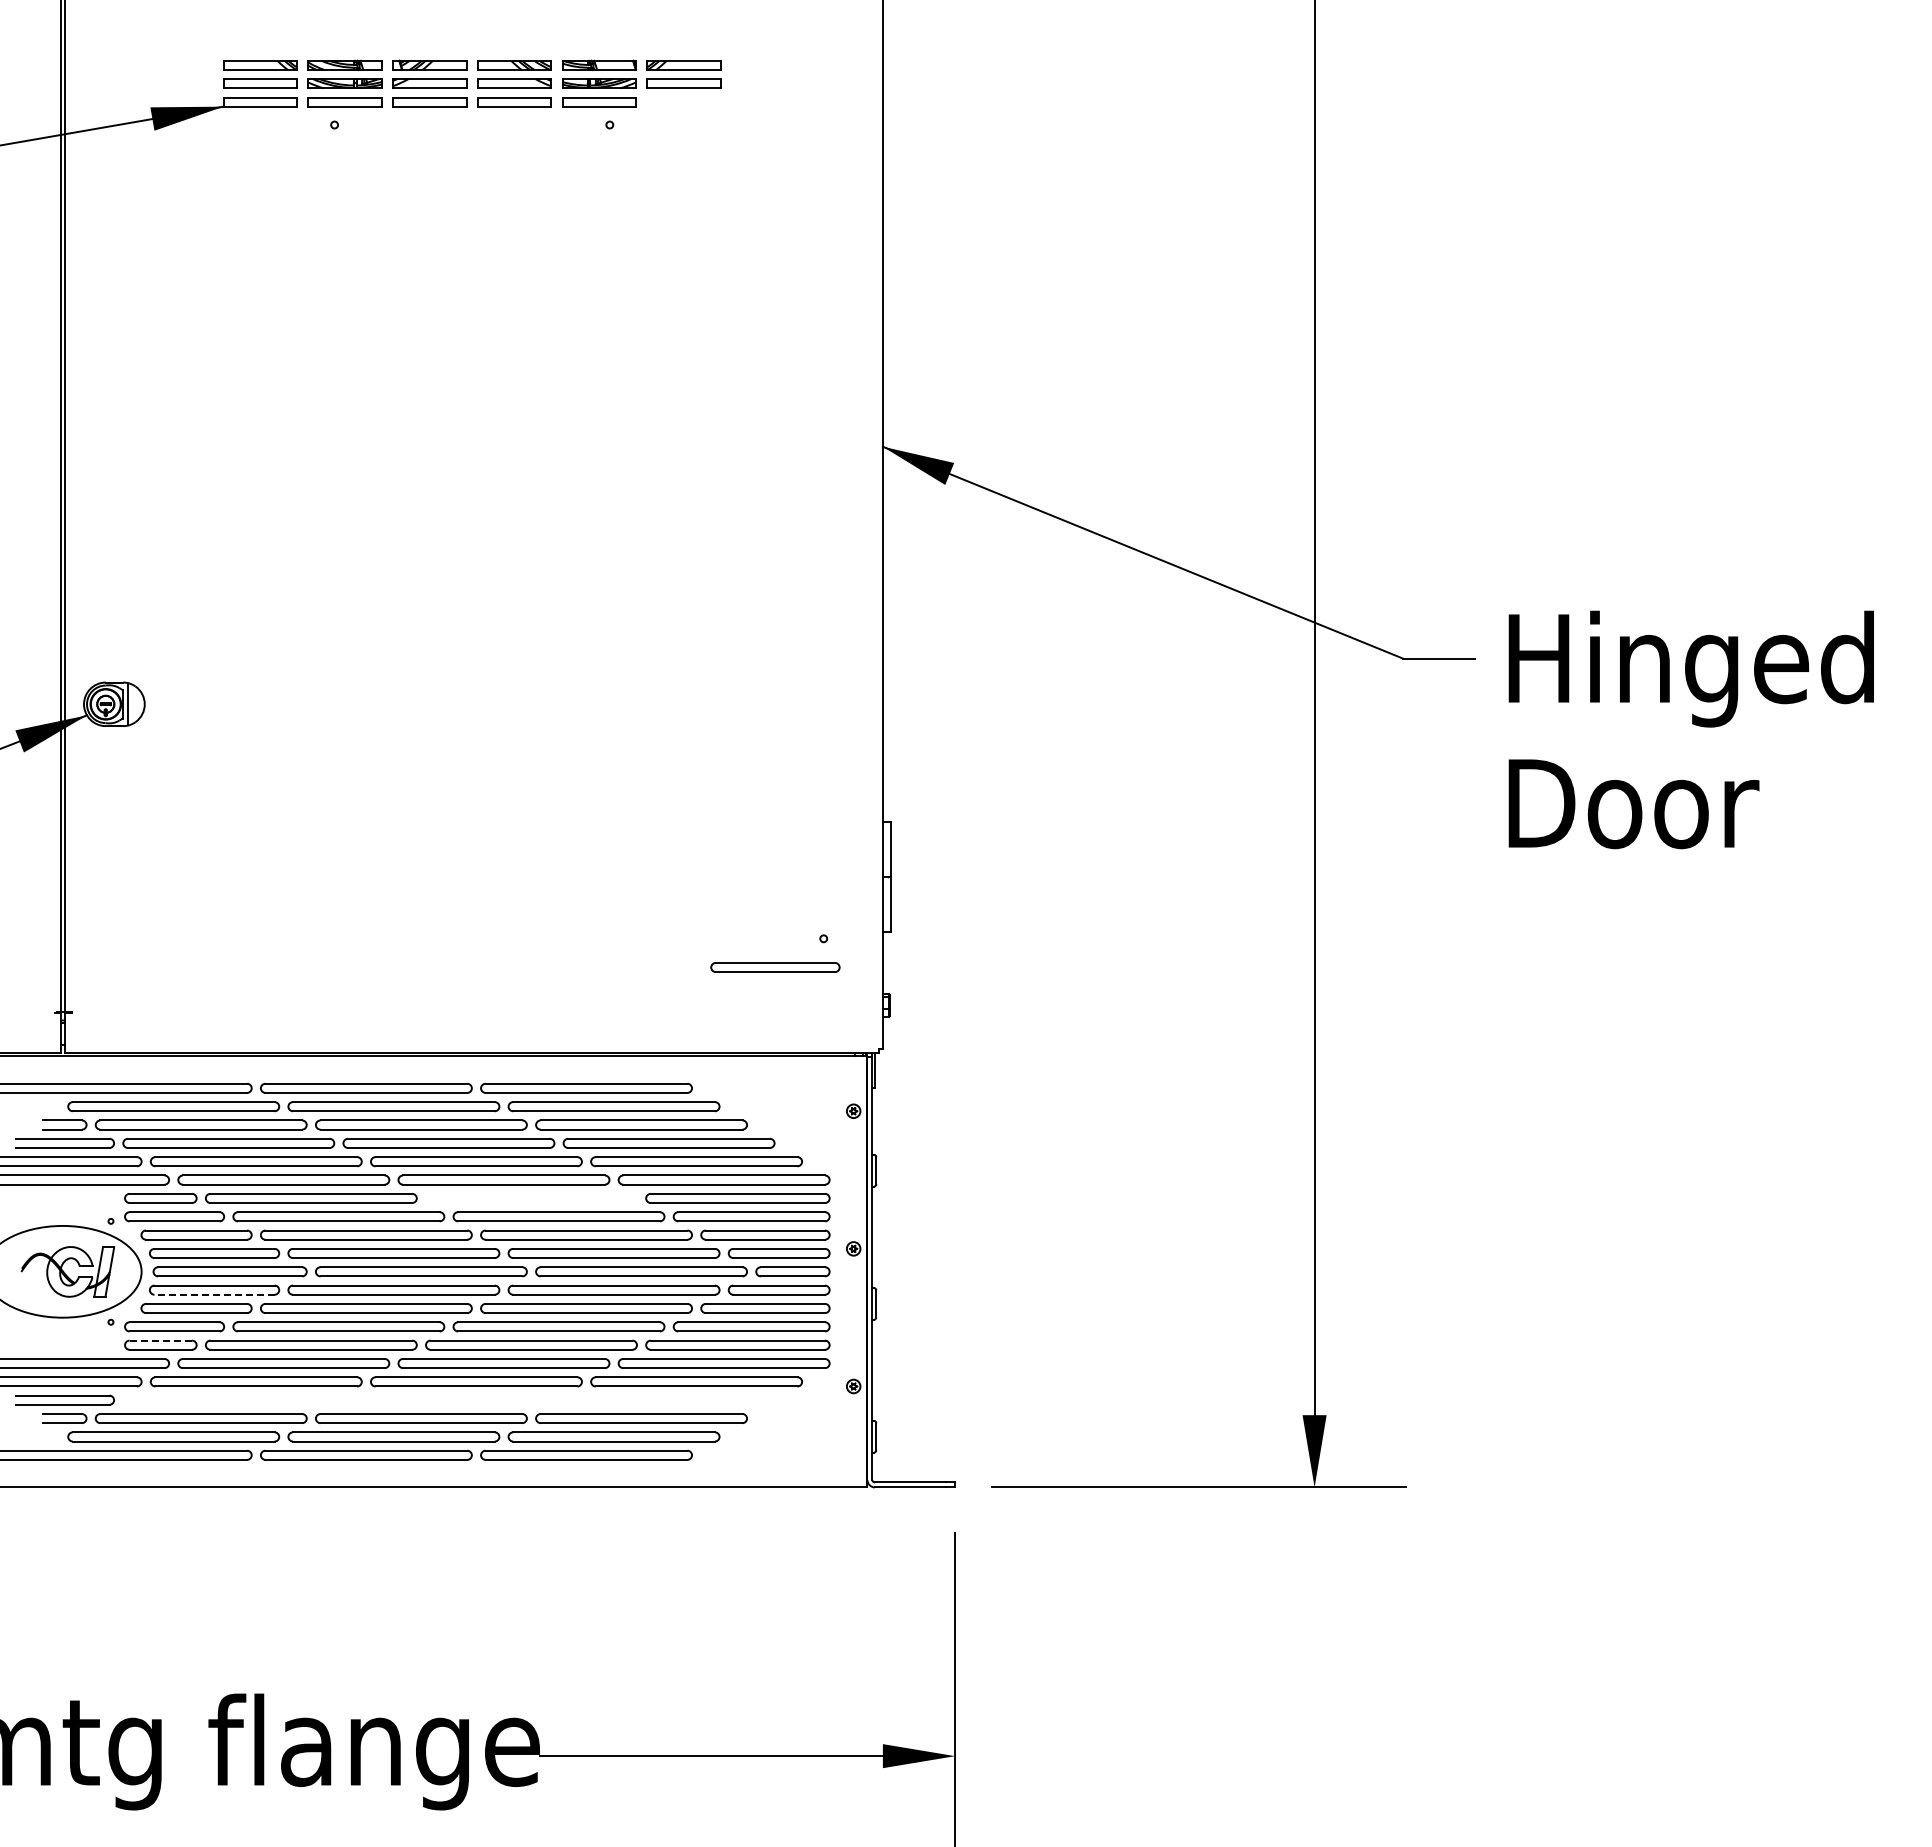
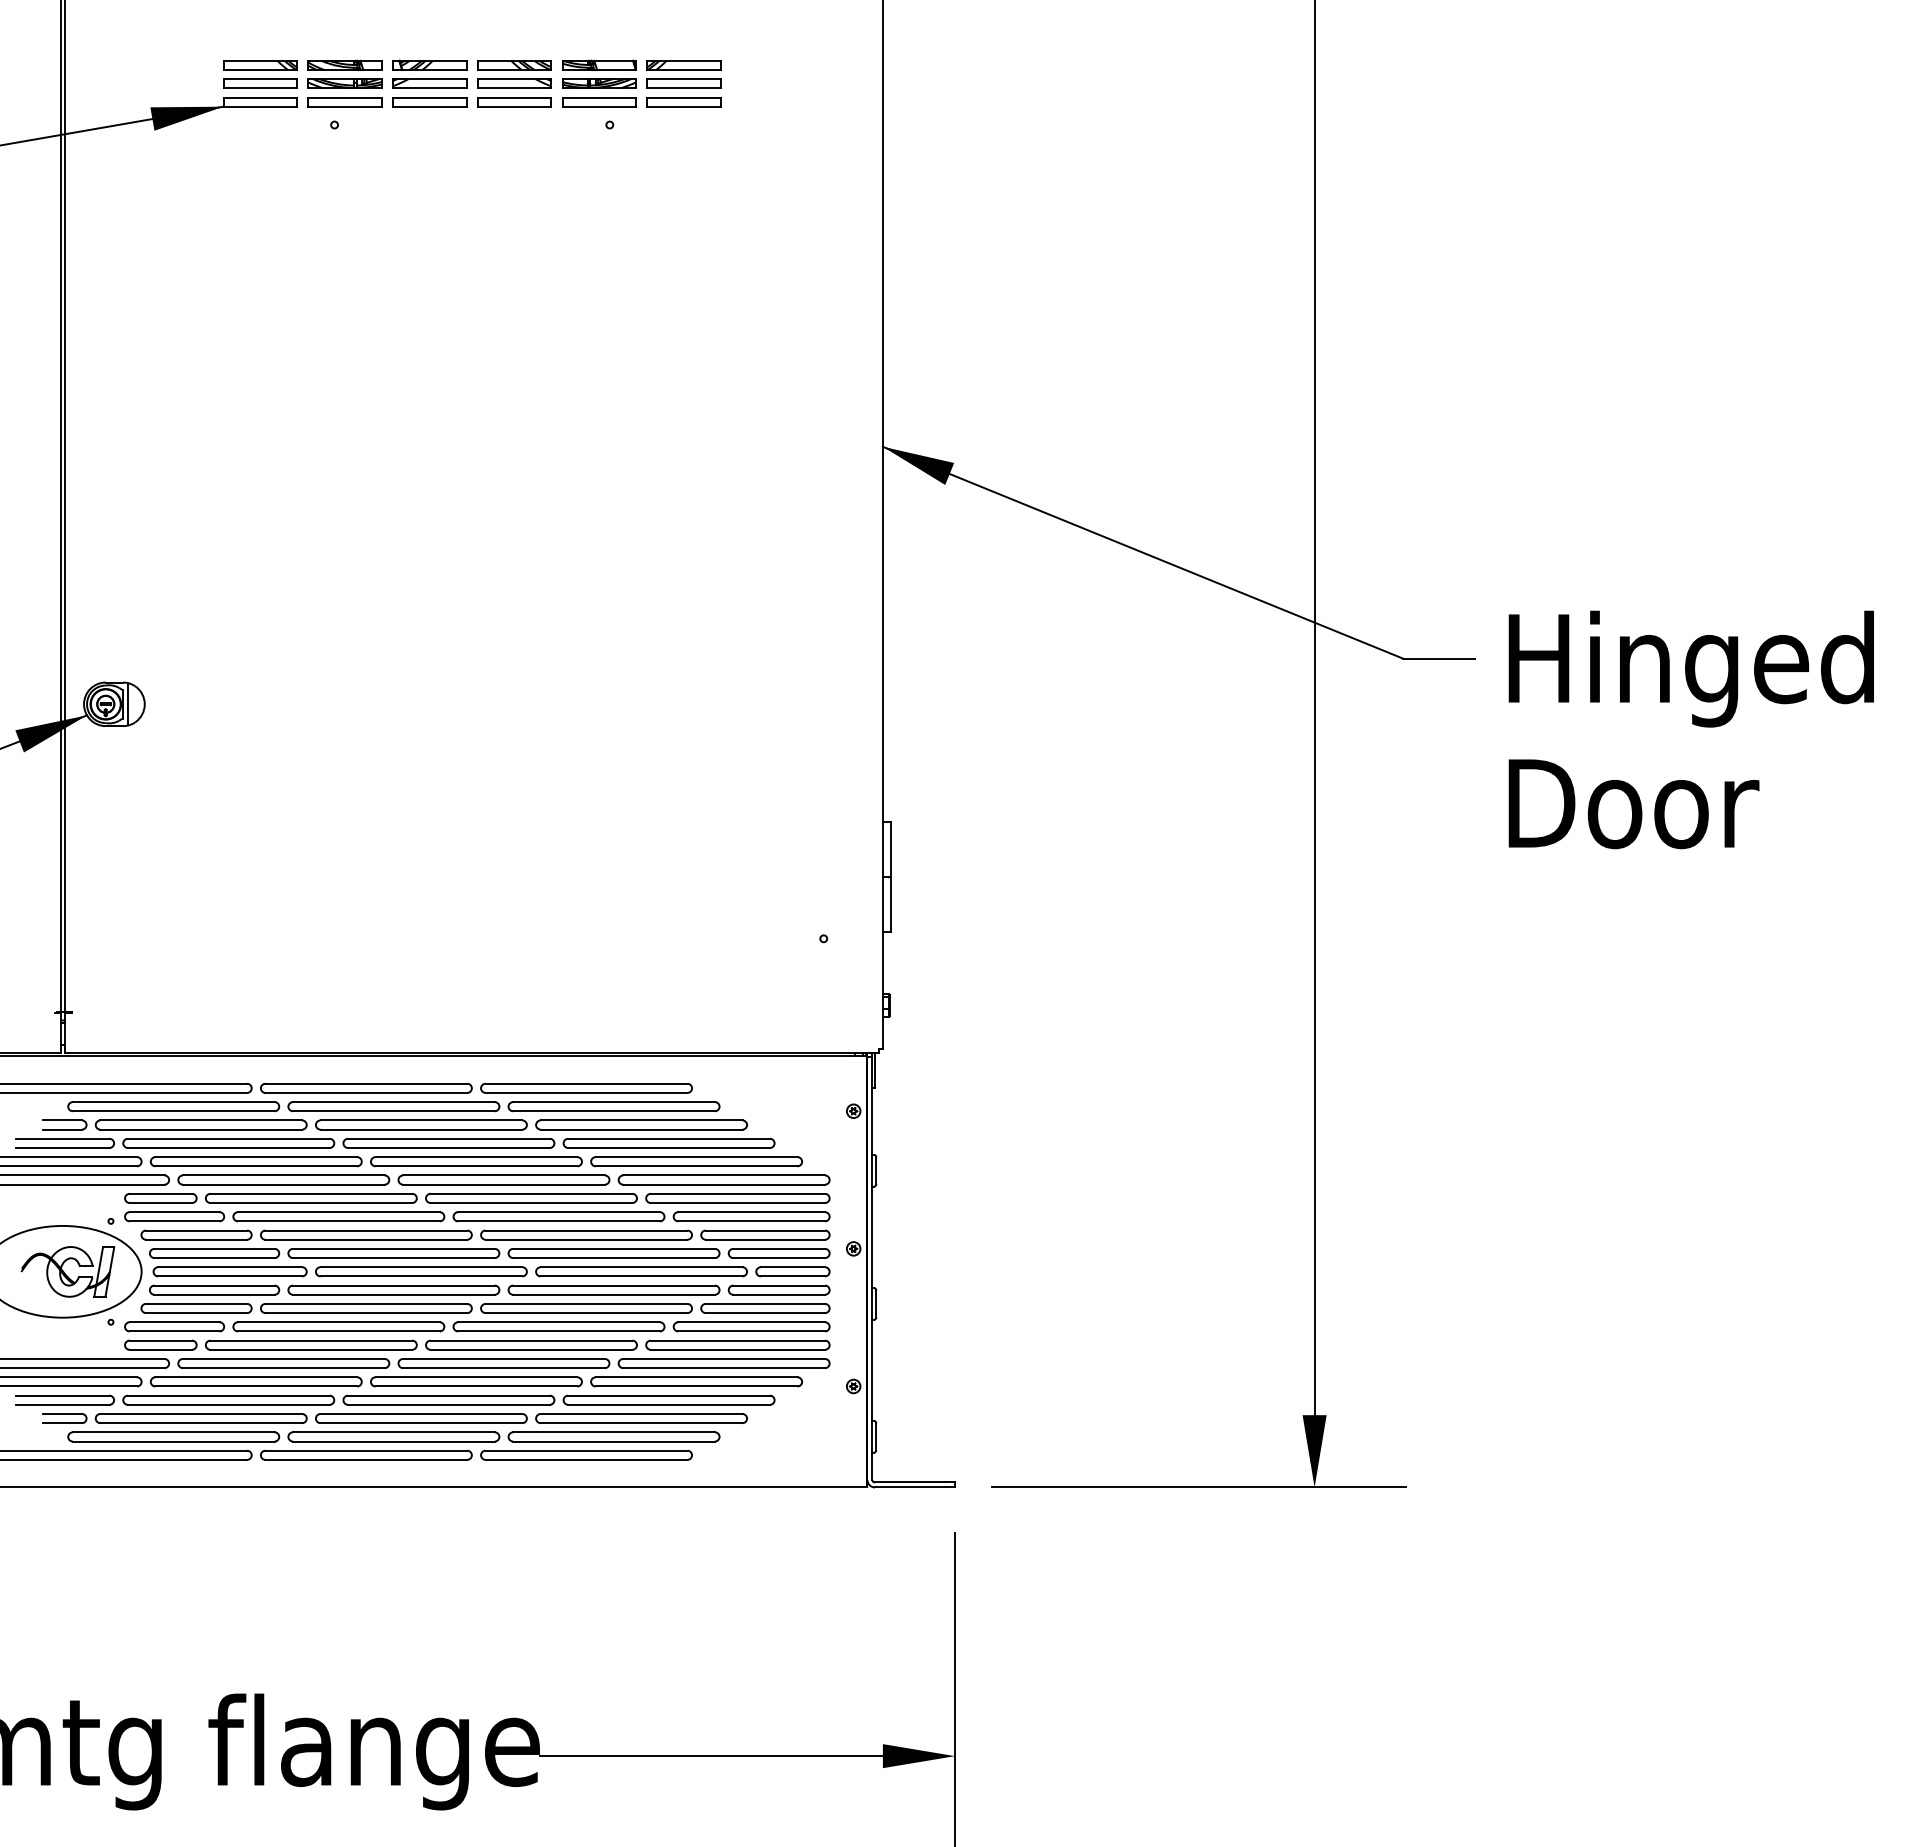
part at (683, 102): none -> present
part at (775, 967): present -> none
part at (531, 1198): none -> present
line at (214, 1294): dashed -> solid
line at (161, 1340): dashed -> solid
part at (448, 1399): none -> present
